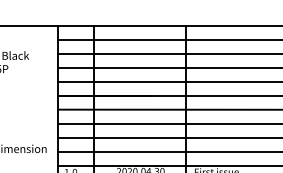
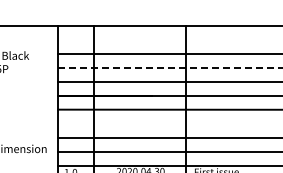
line at (168, 40): present -> none
line at (170, 68): solid -> dashed
line at (168, 123): present -> none
